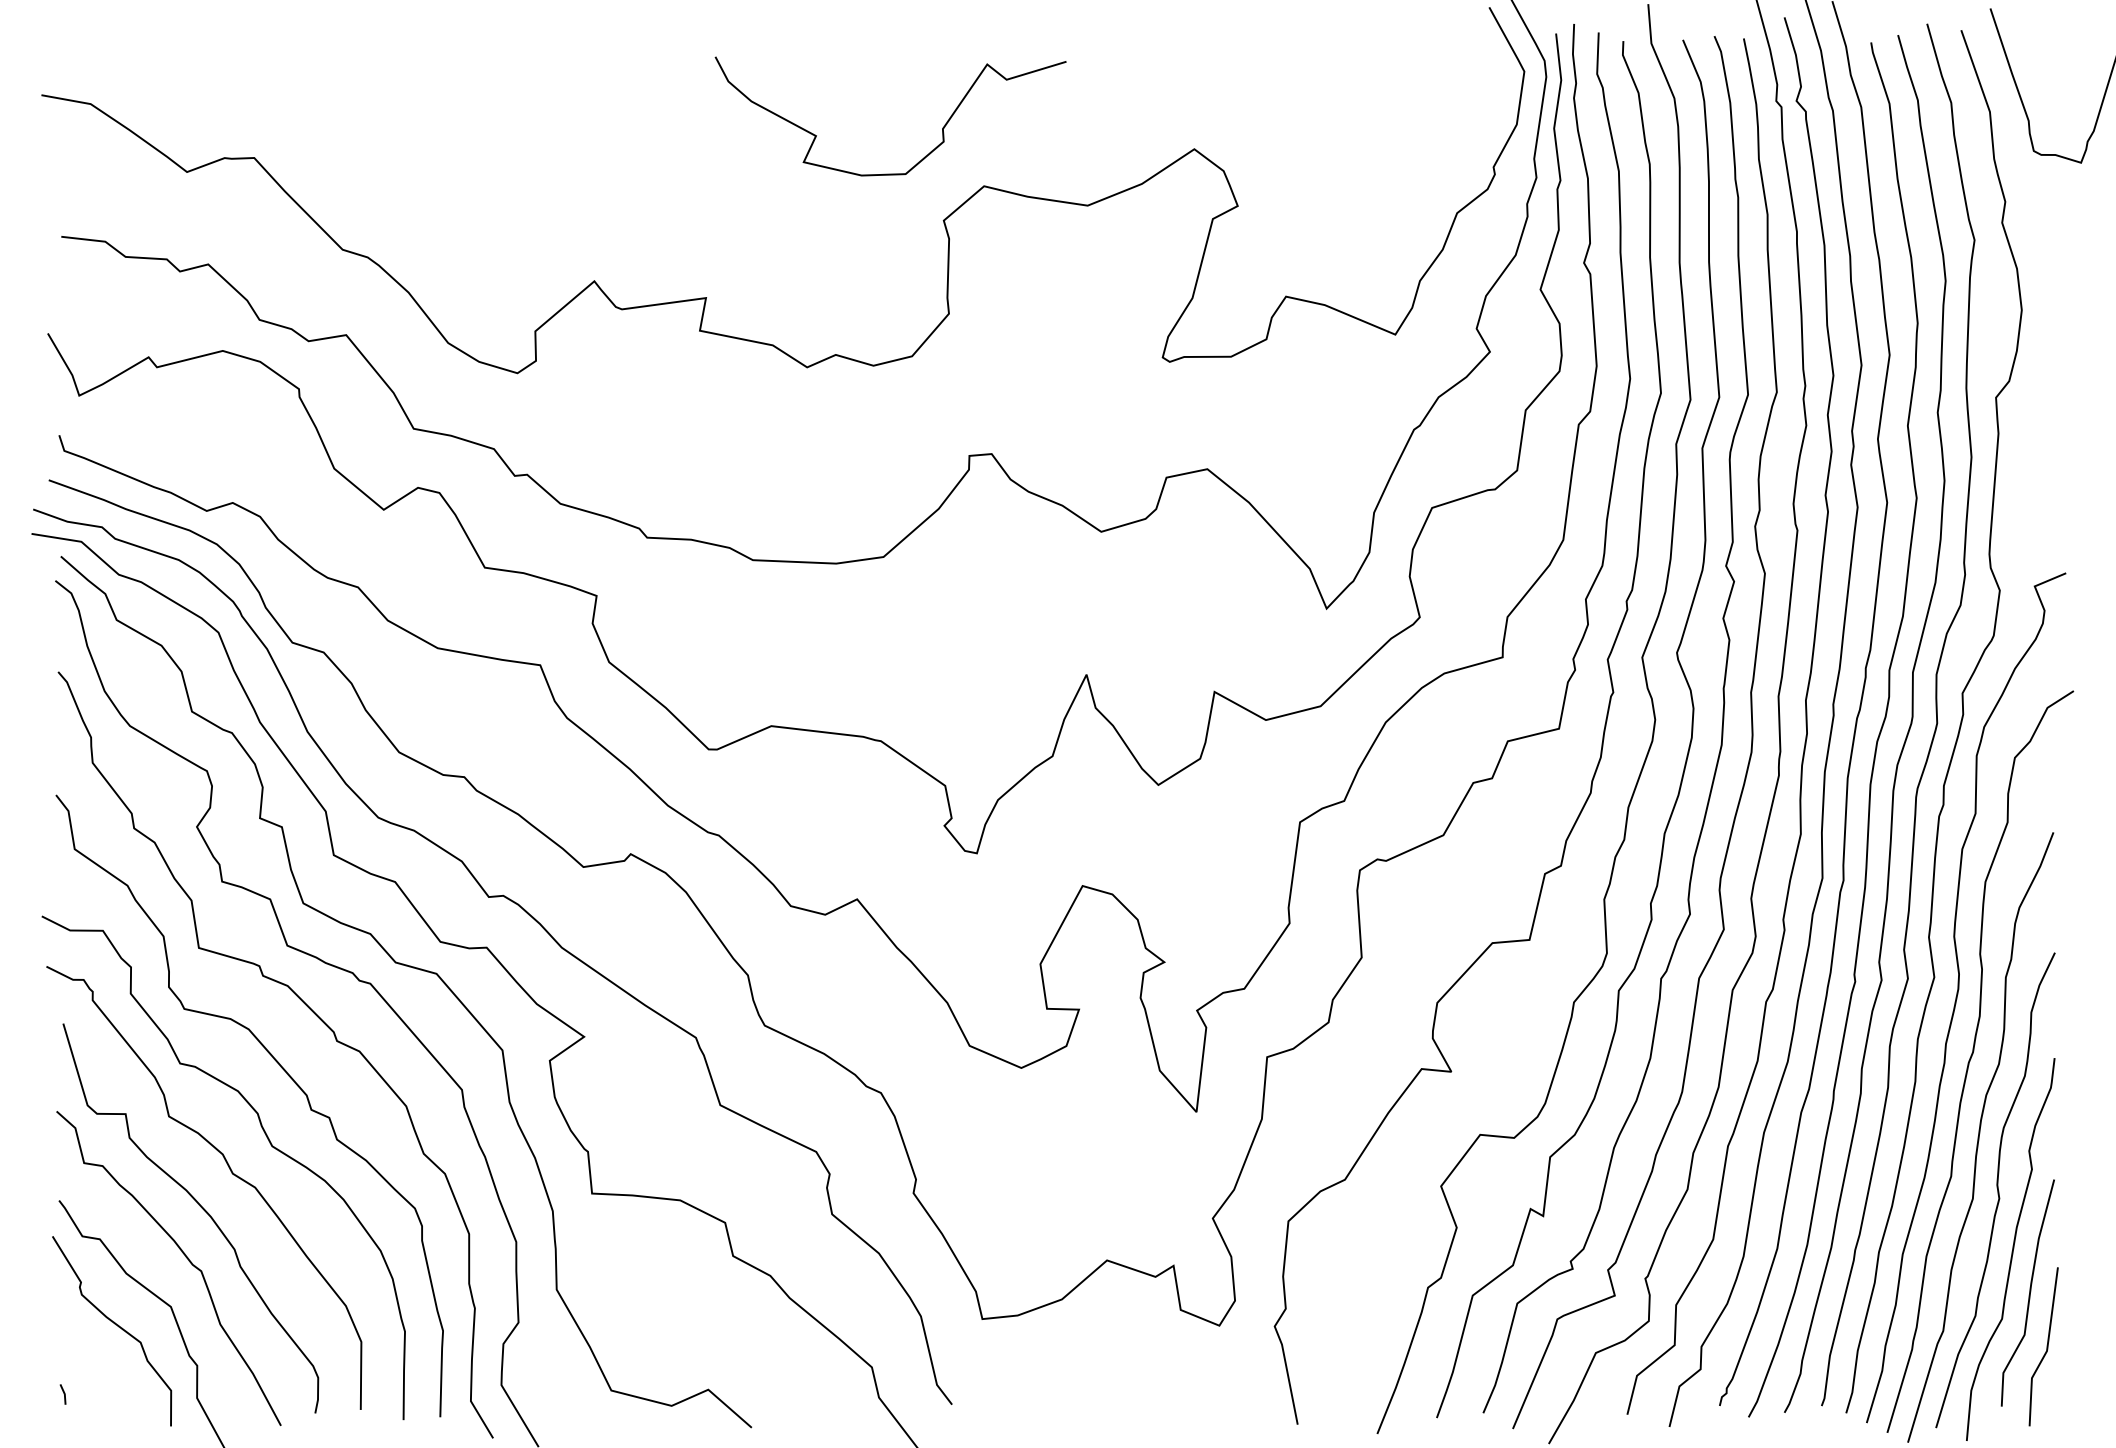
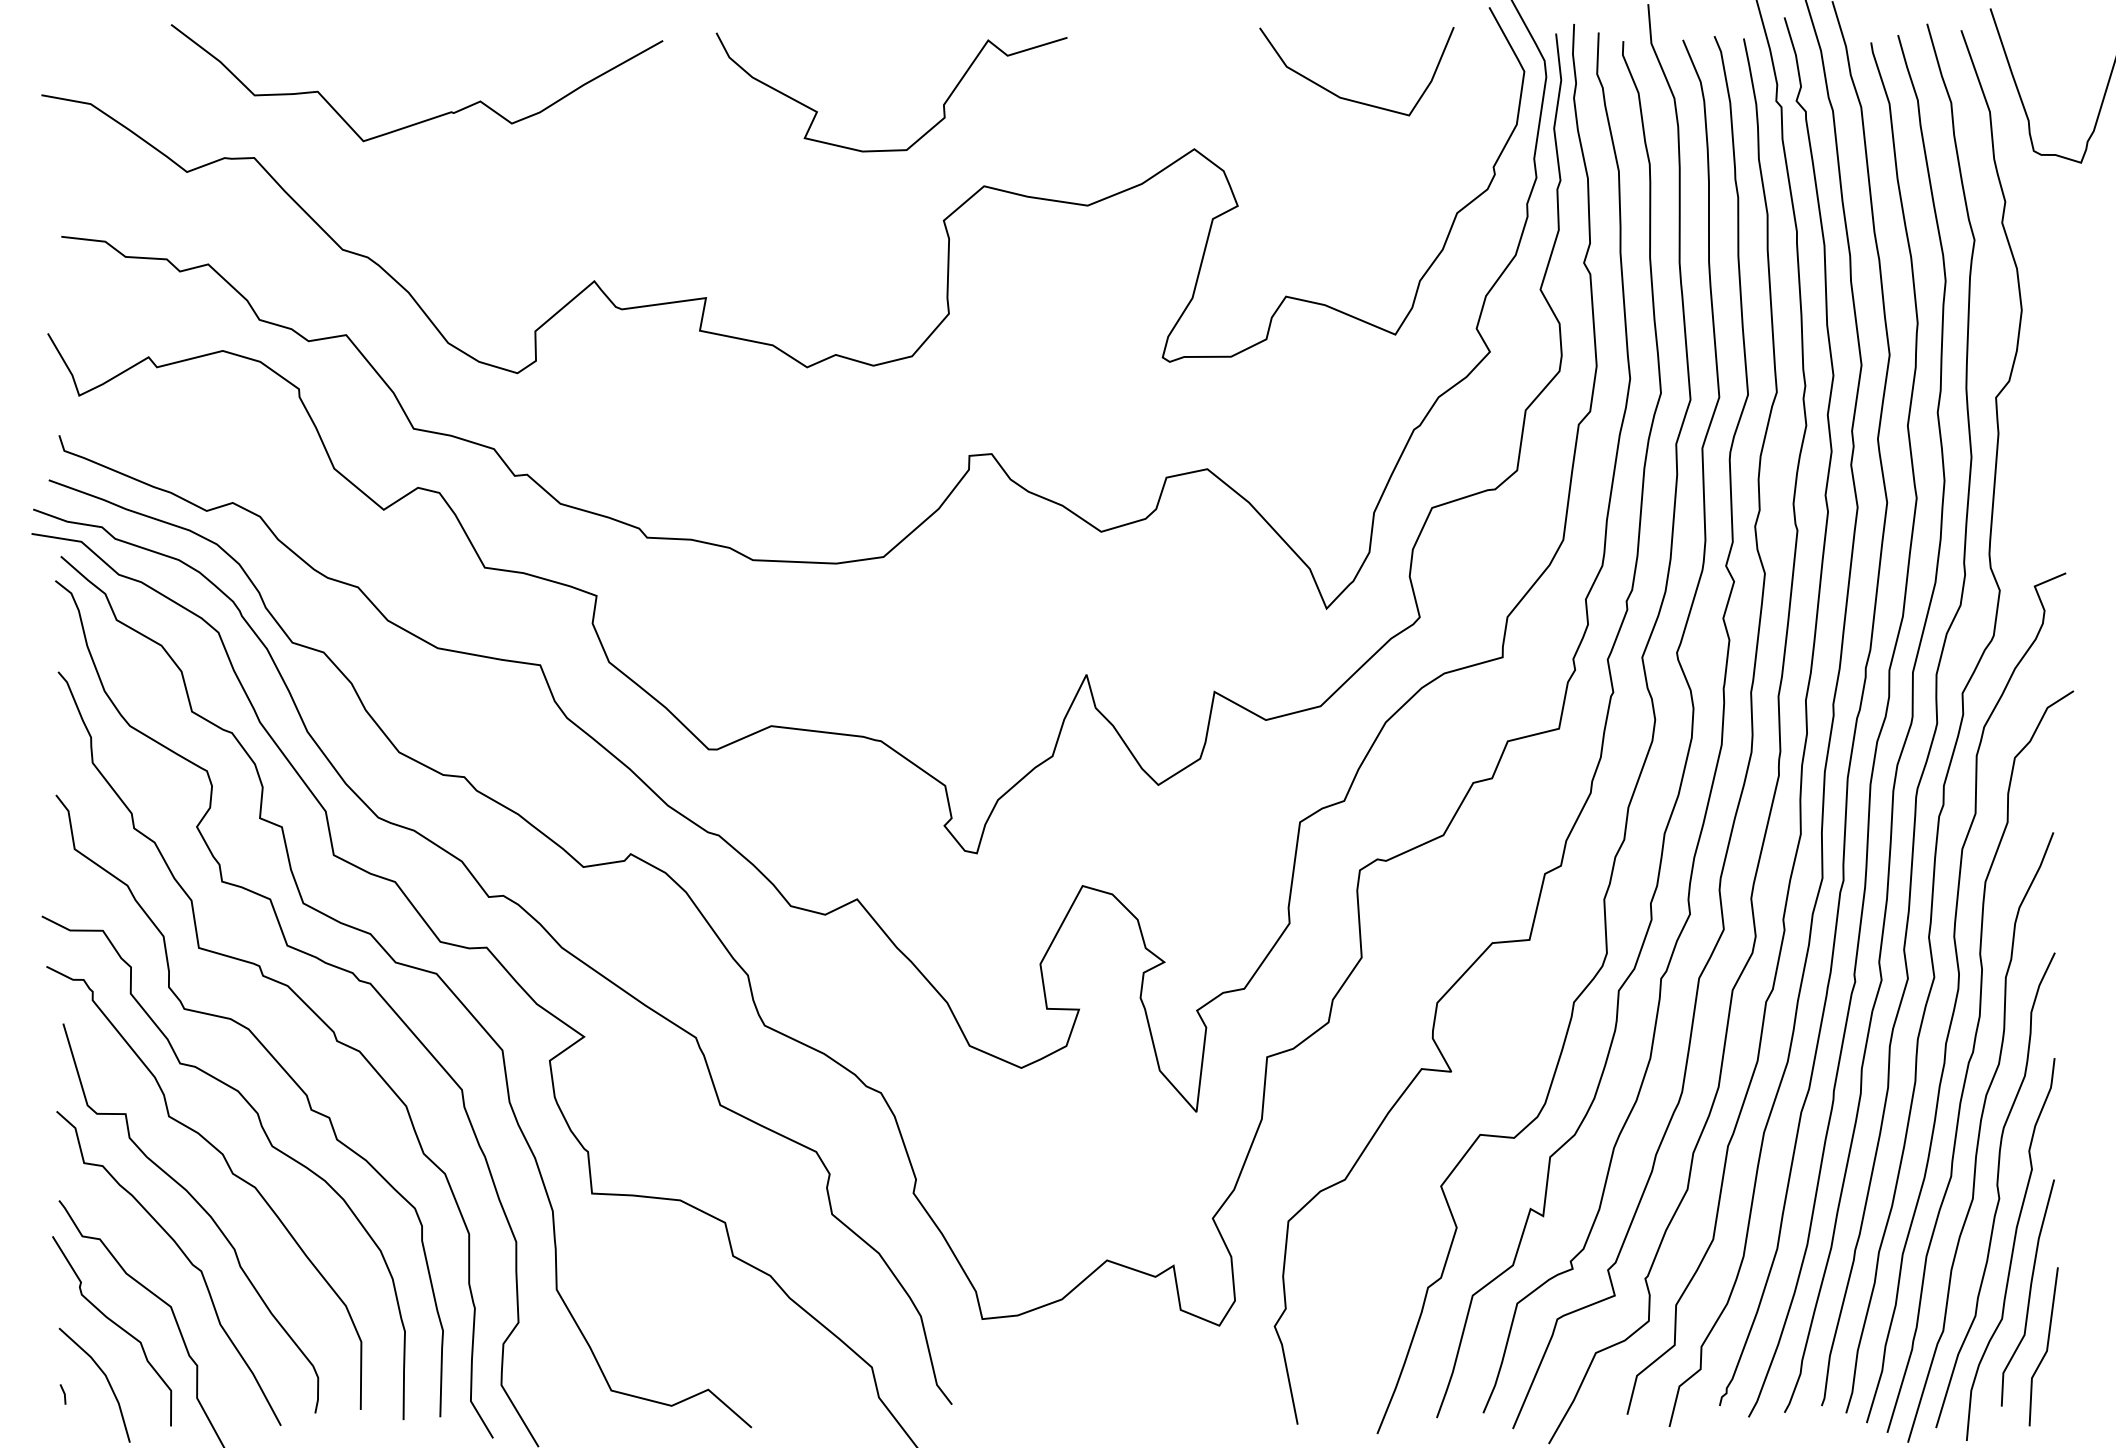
curve at (1348, 98): none -> present
curve at (428, 118): none -> present
curve at (925, 155) position: (925, 155) -> (926, 131)
line at (106, 1379): none -> present
